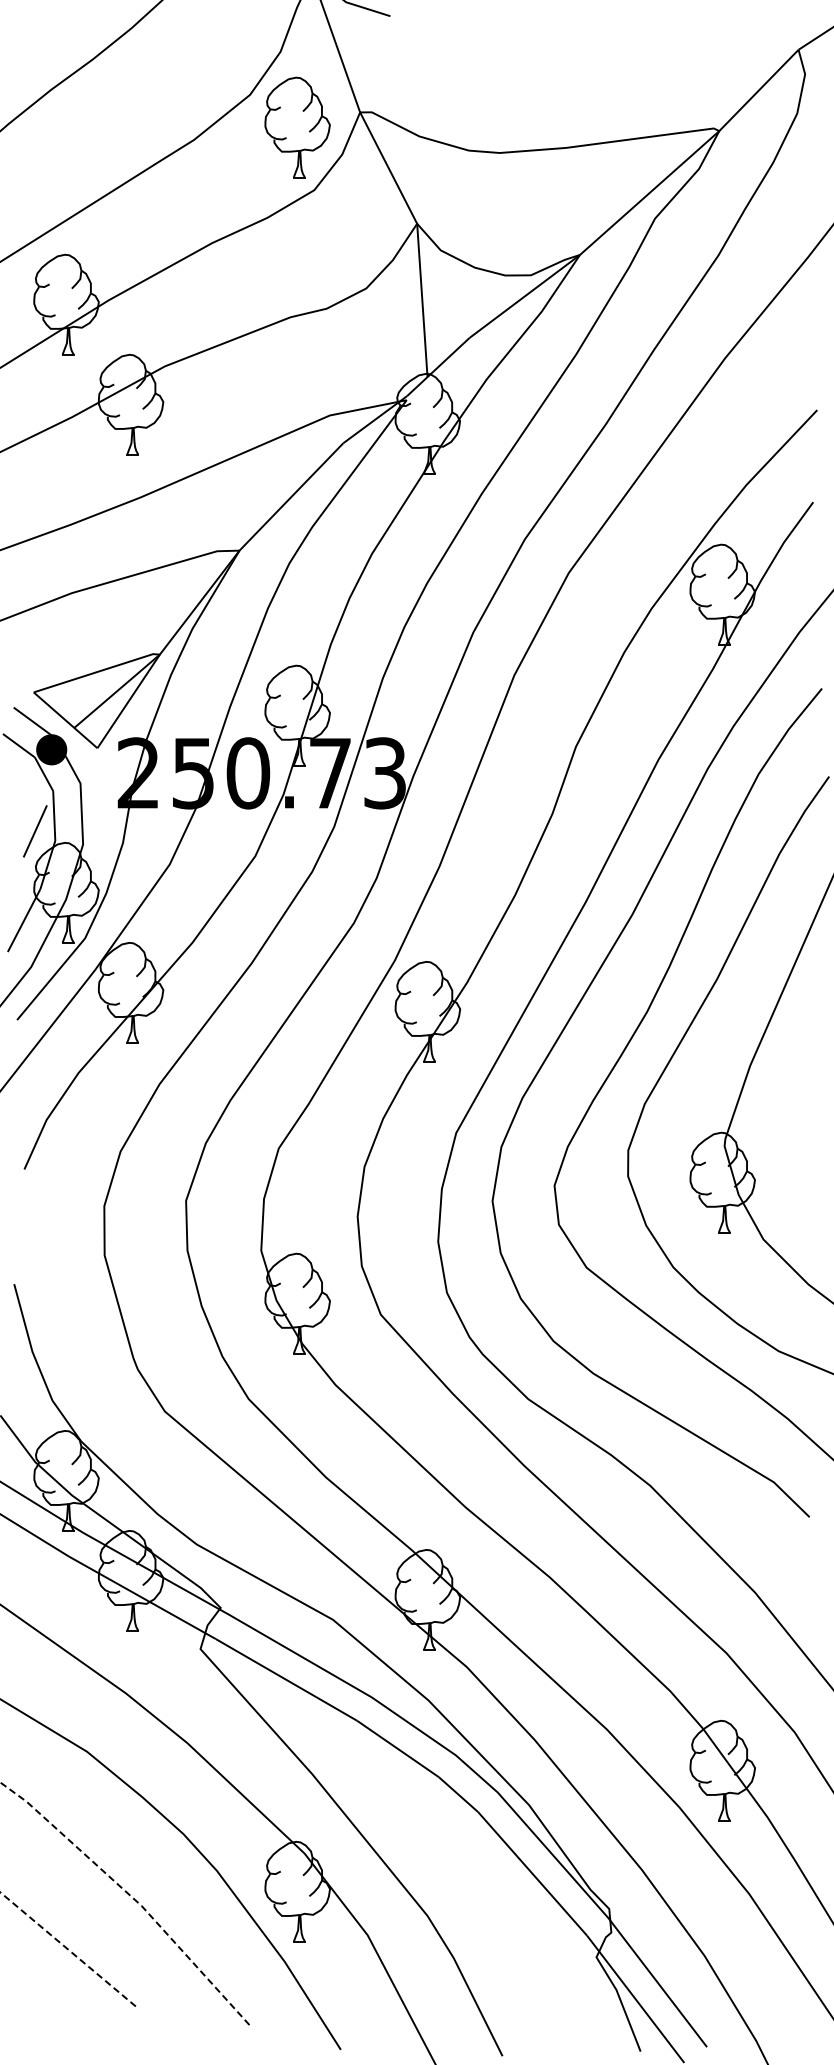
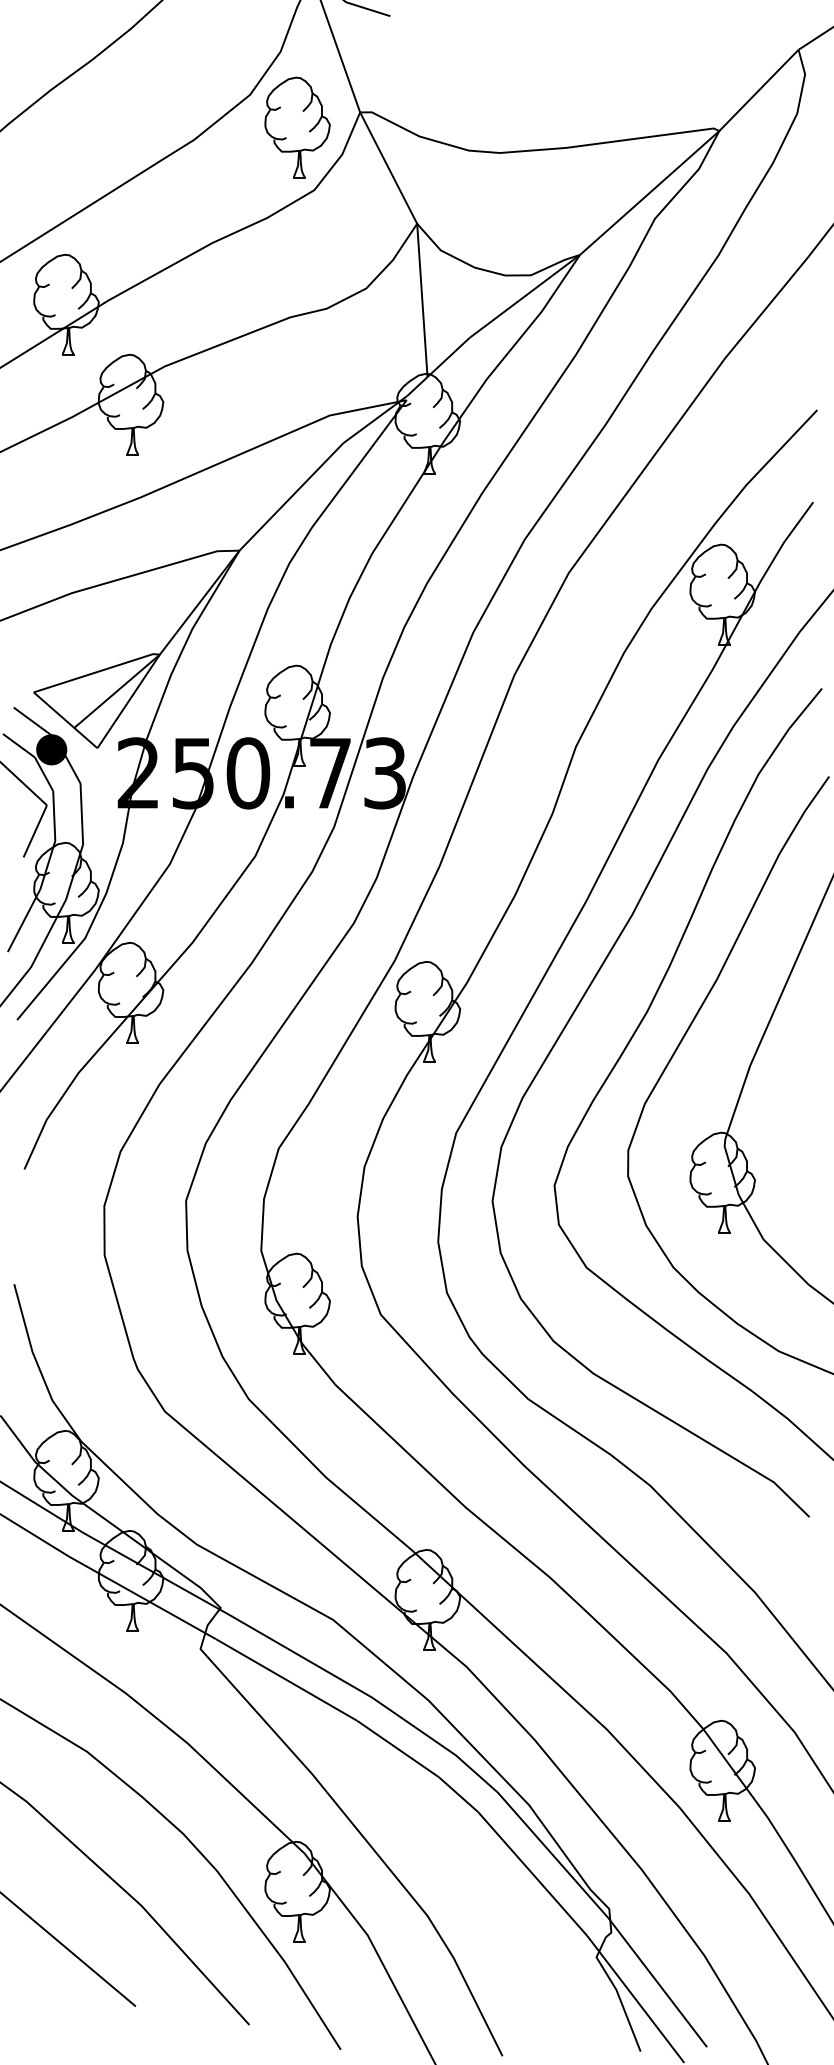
line at (24, 784): none -> present
line at (131, 1896): dashed -> solid
line at (68, 1949): dashed -> solid
